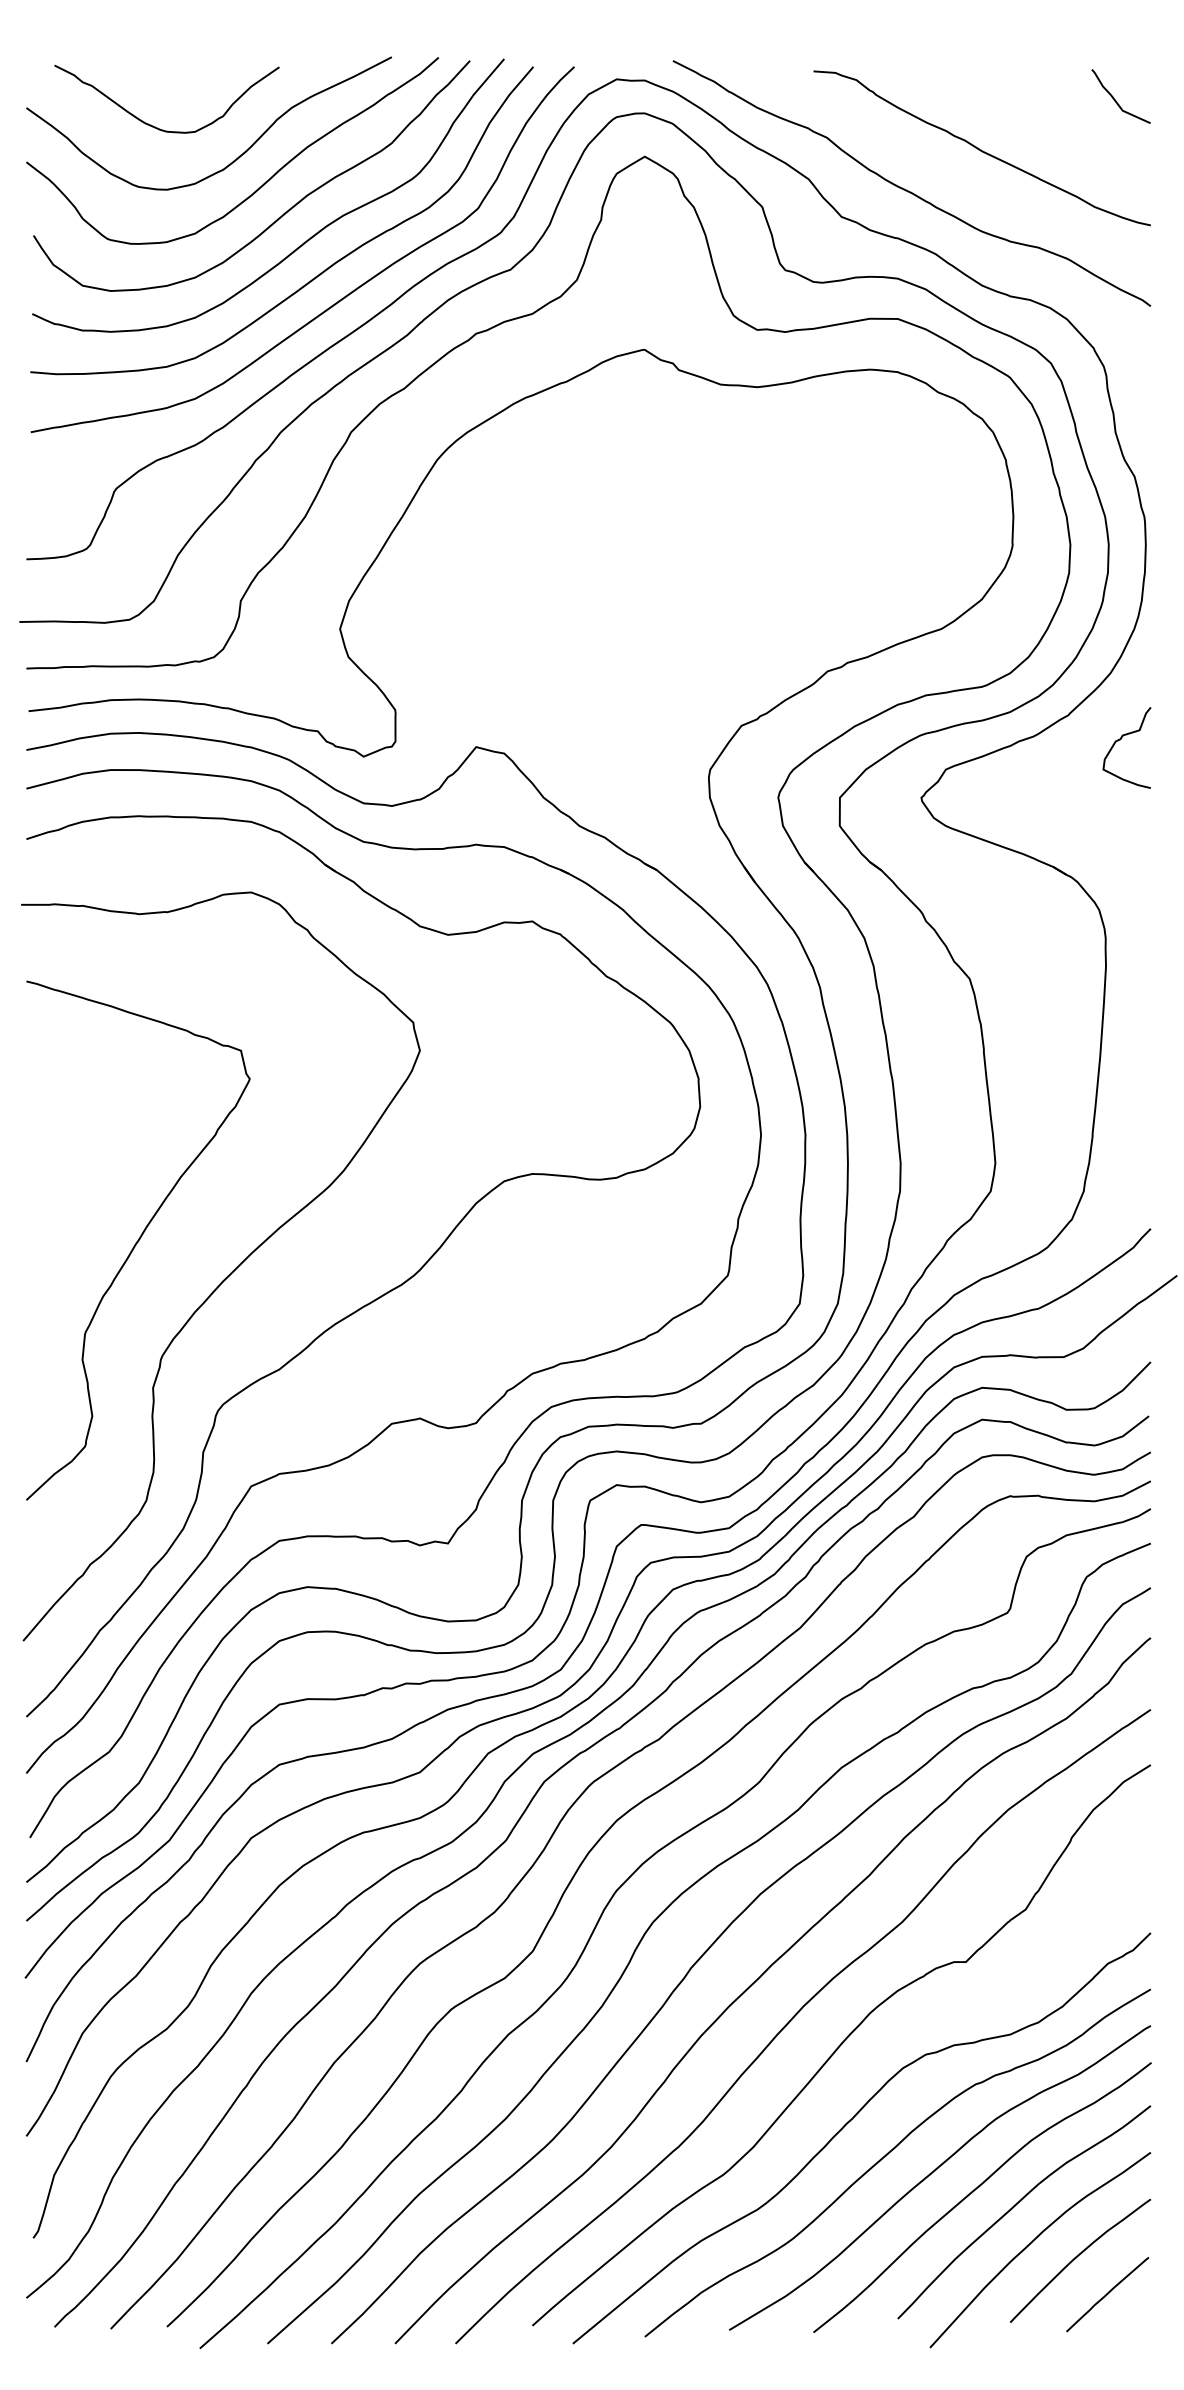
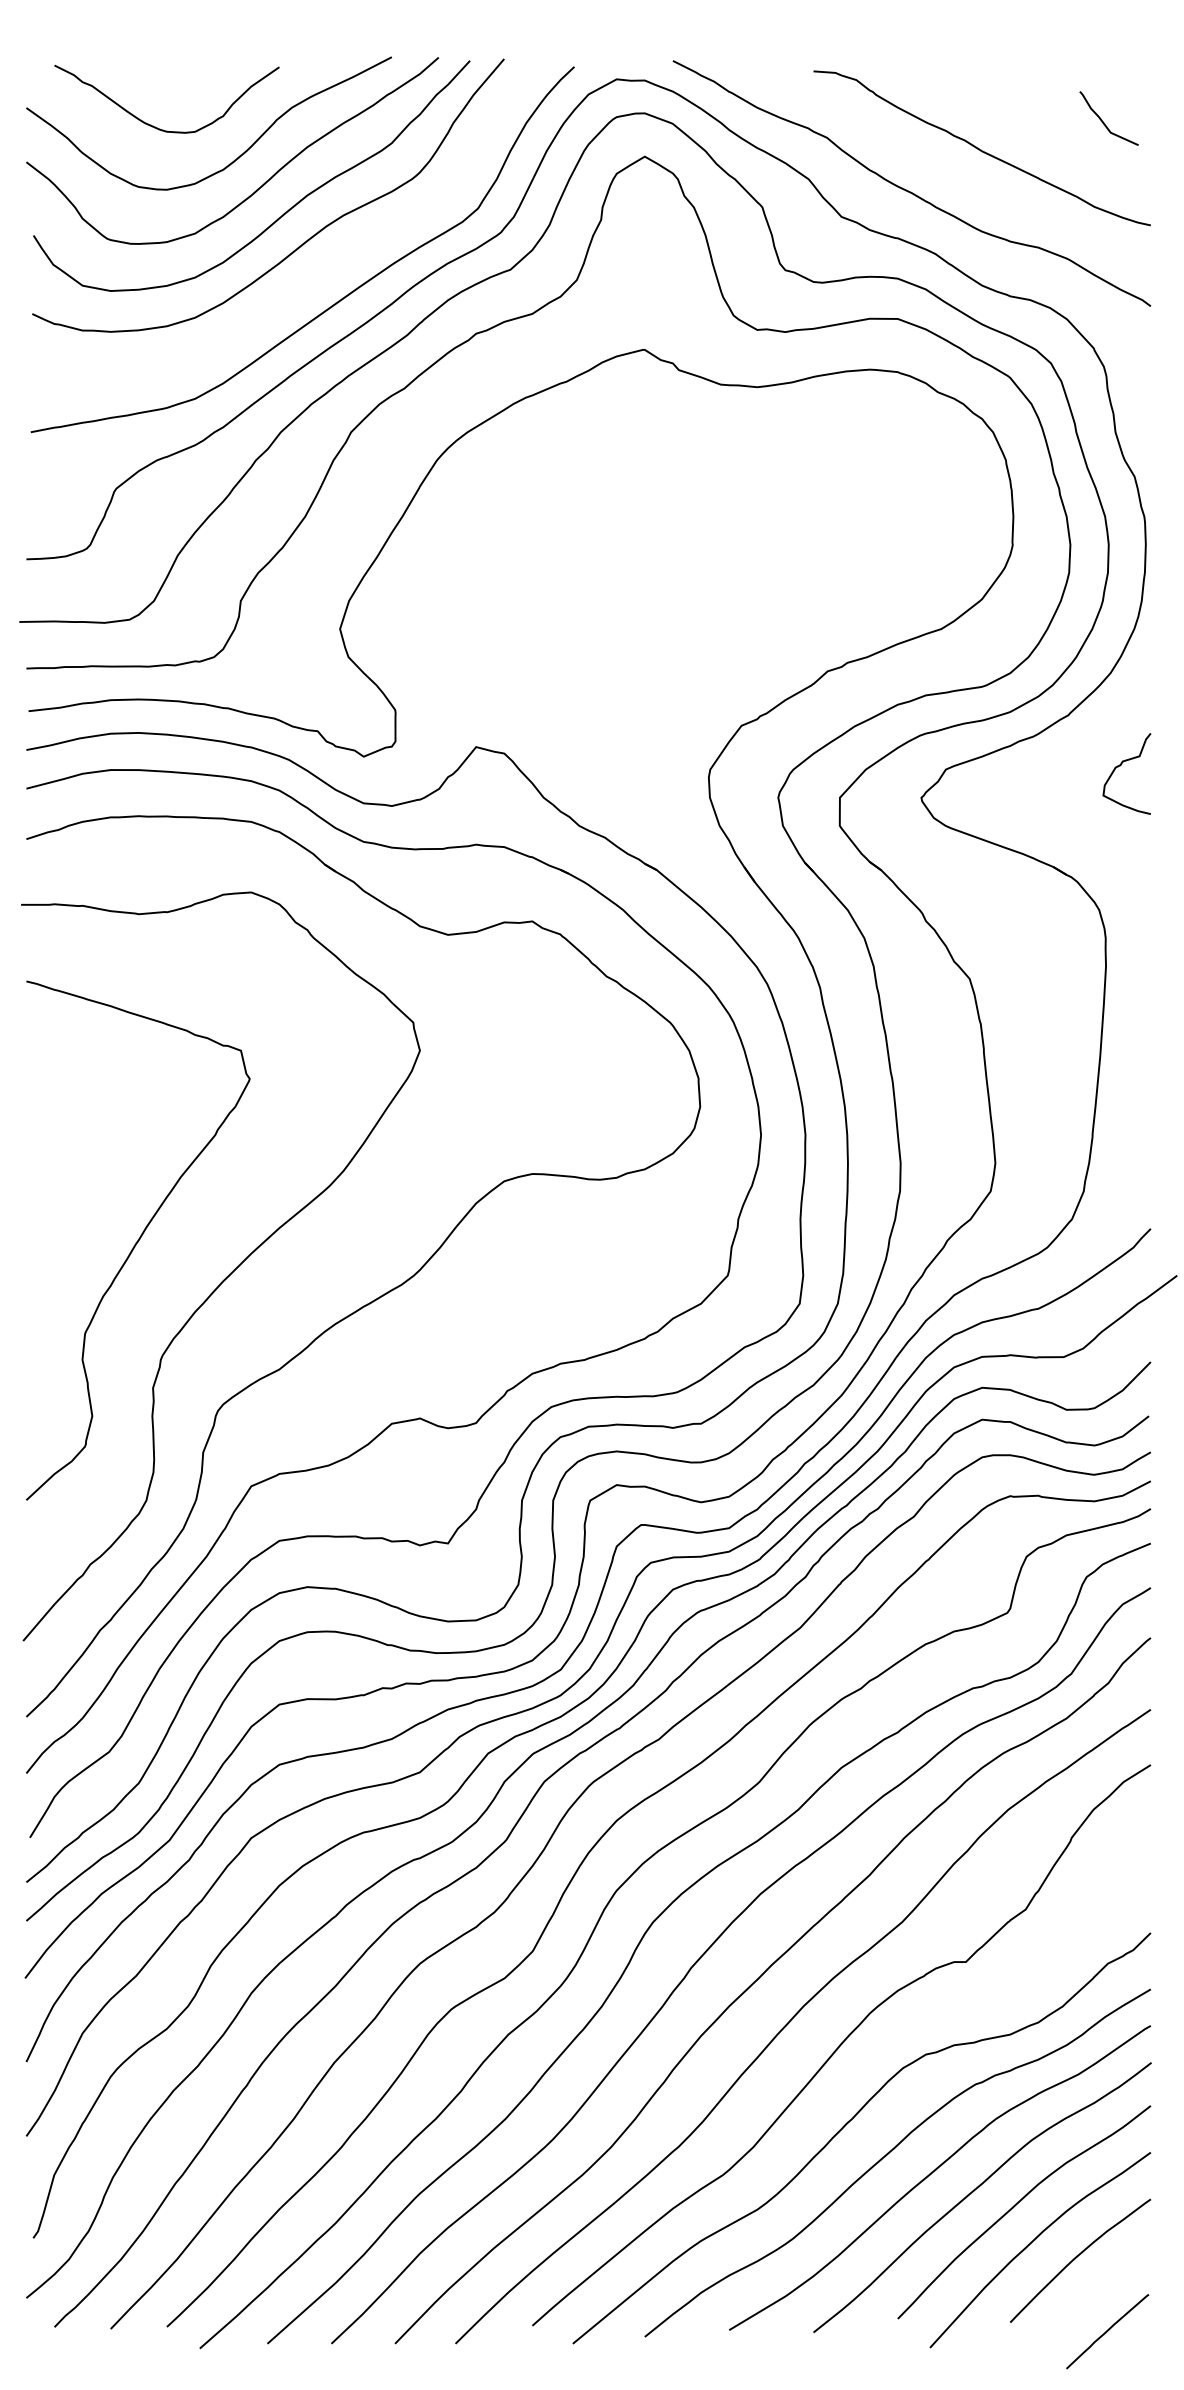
curve at (1116, 100) position: (1116, 100) -> (1104, 122)
curve at (316, 275): present -> none
curve at (1120, 740) position: (1120, 740) -> (1120, 766)
curve at (1107, 2294) position: (1107, 2294) -> (1107, 2331)
